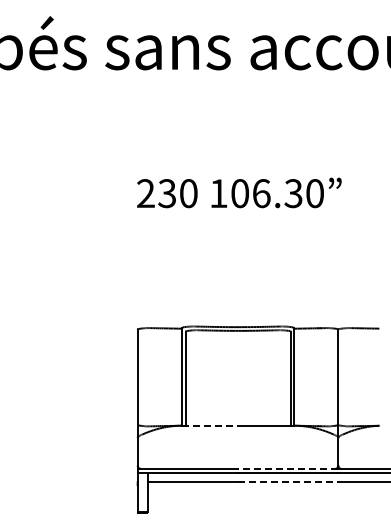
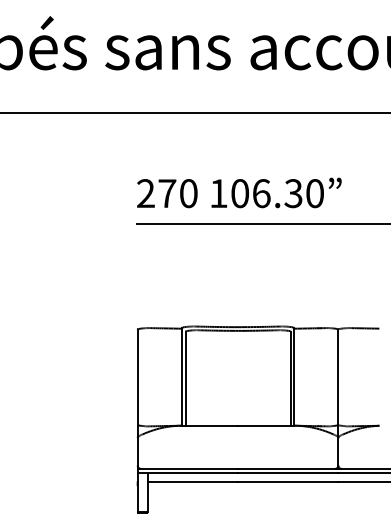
line at (194, 112): none -> present
text at (167, 193): 230 -> 270
line at (261, 223): none -> present
line at (210, 425): dashed -> solid
line at (287, 468): dashed -> solid
line at (288, 482): dashed -> solid
